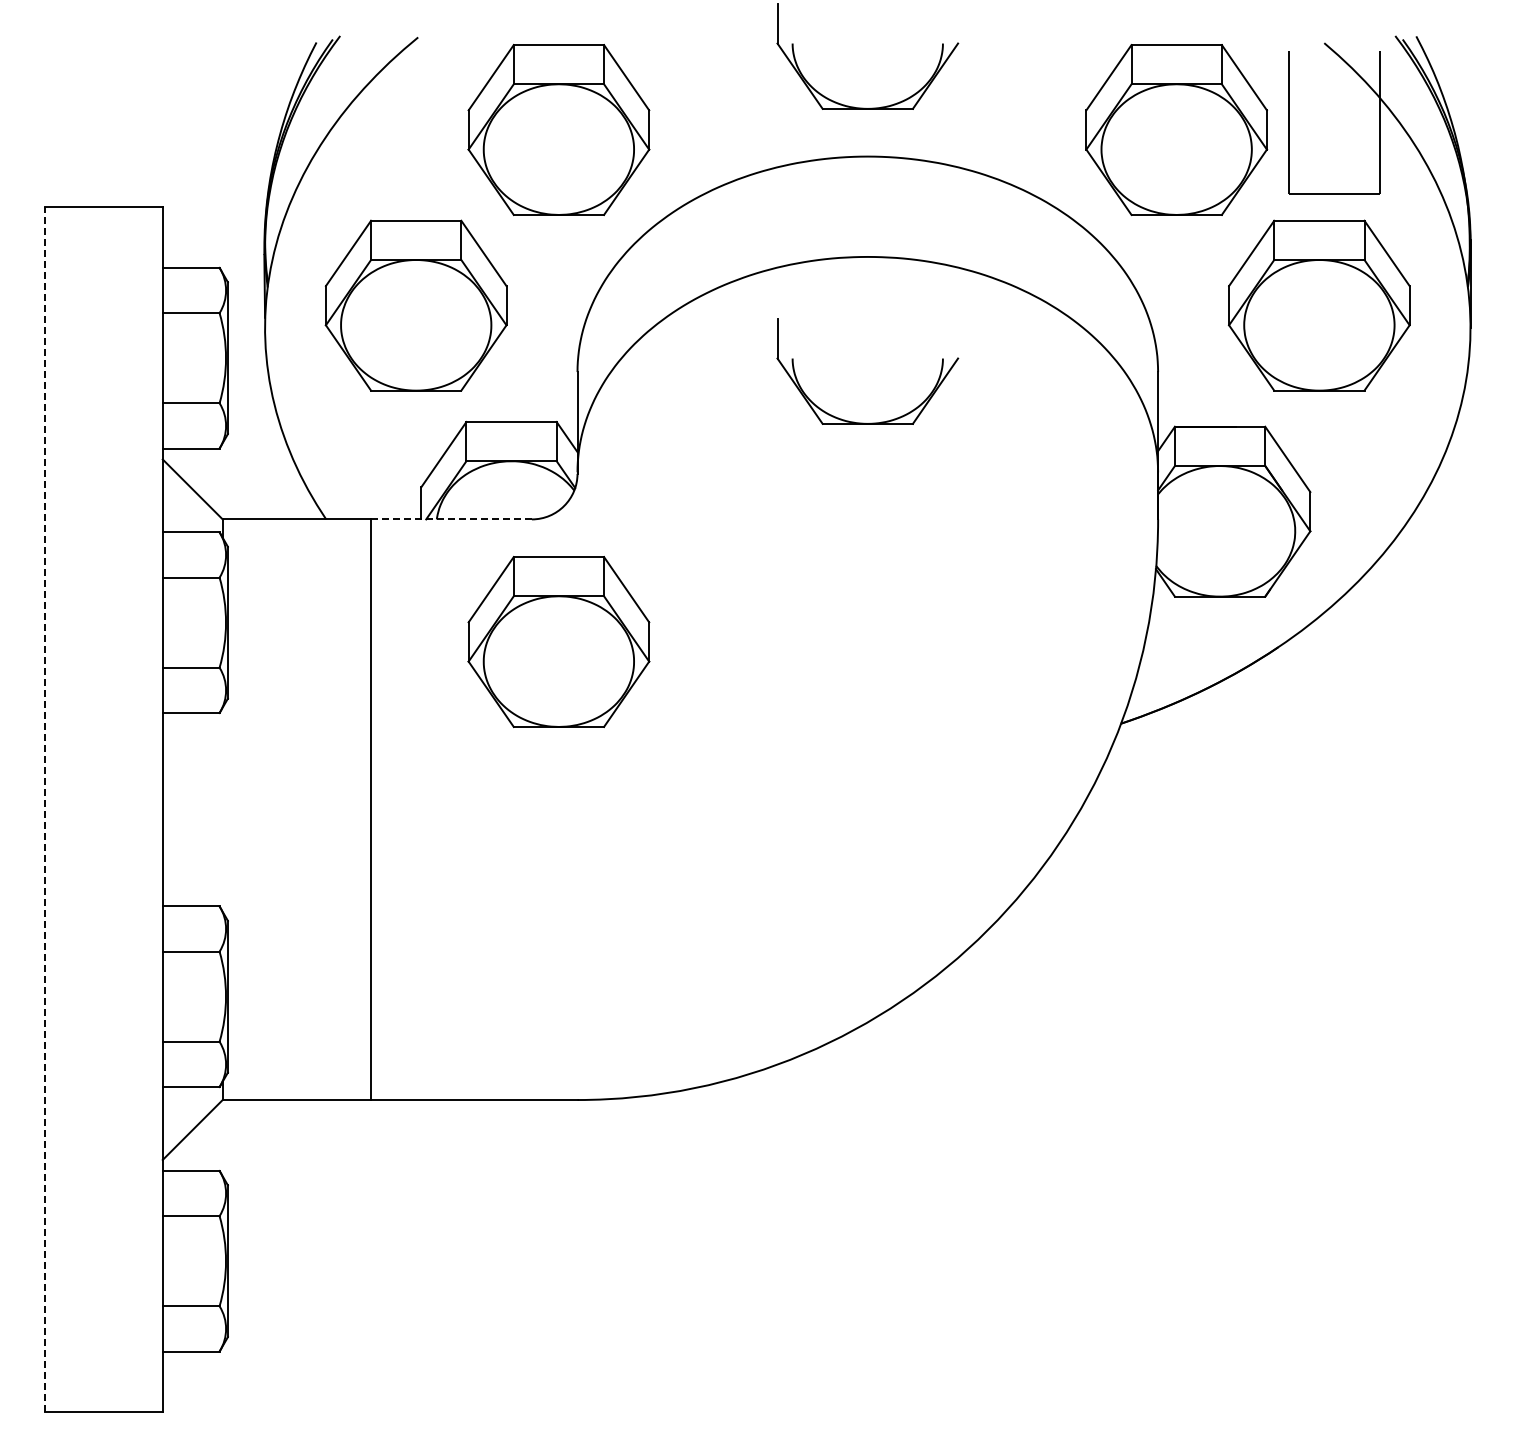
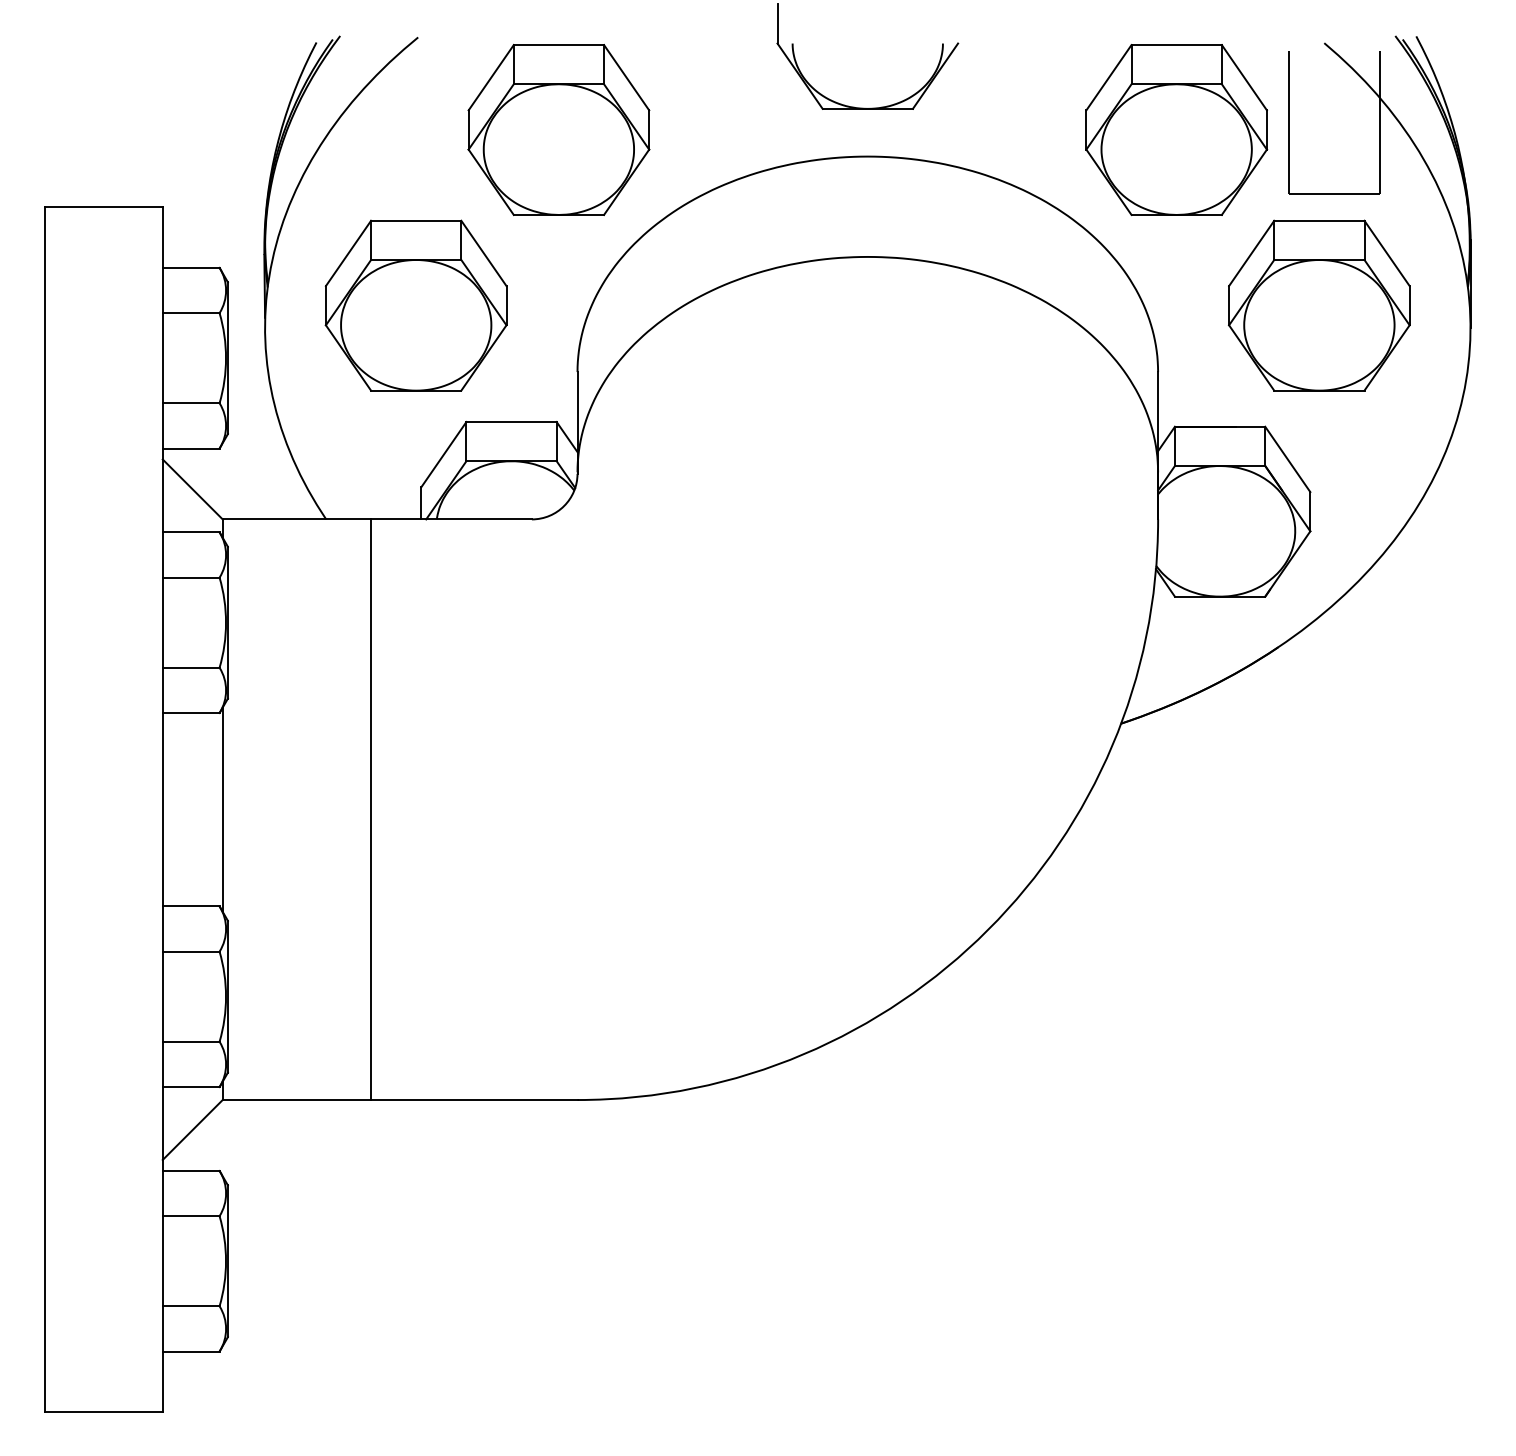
part at (864, 422): present -> none
line at (451, 519): dashed -> solid
part at (558, 641): present -> none
line at (45, 809): dashed -> solid
line at (222, 809): none -> present
